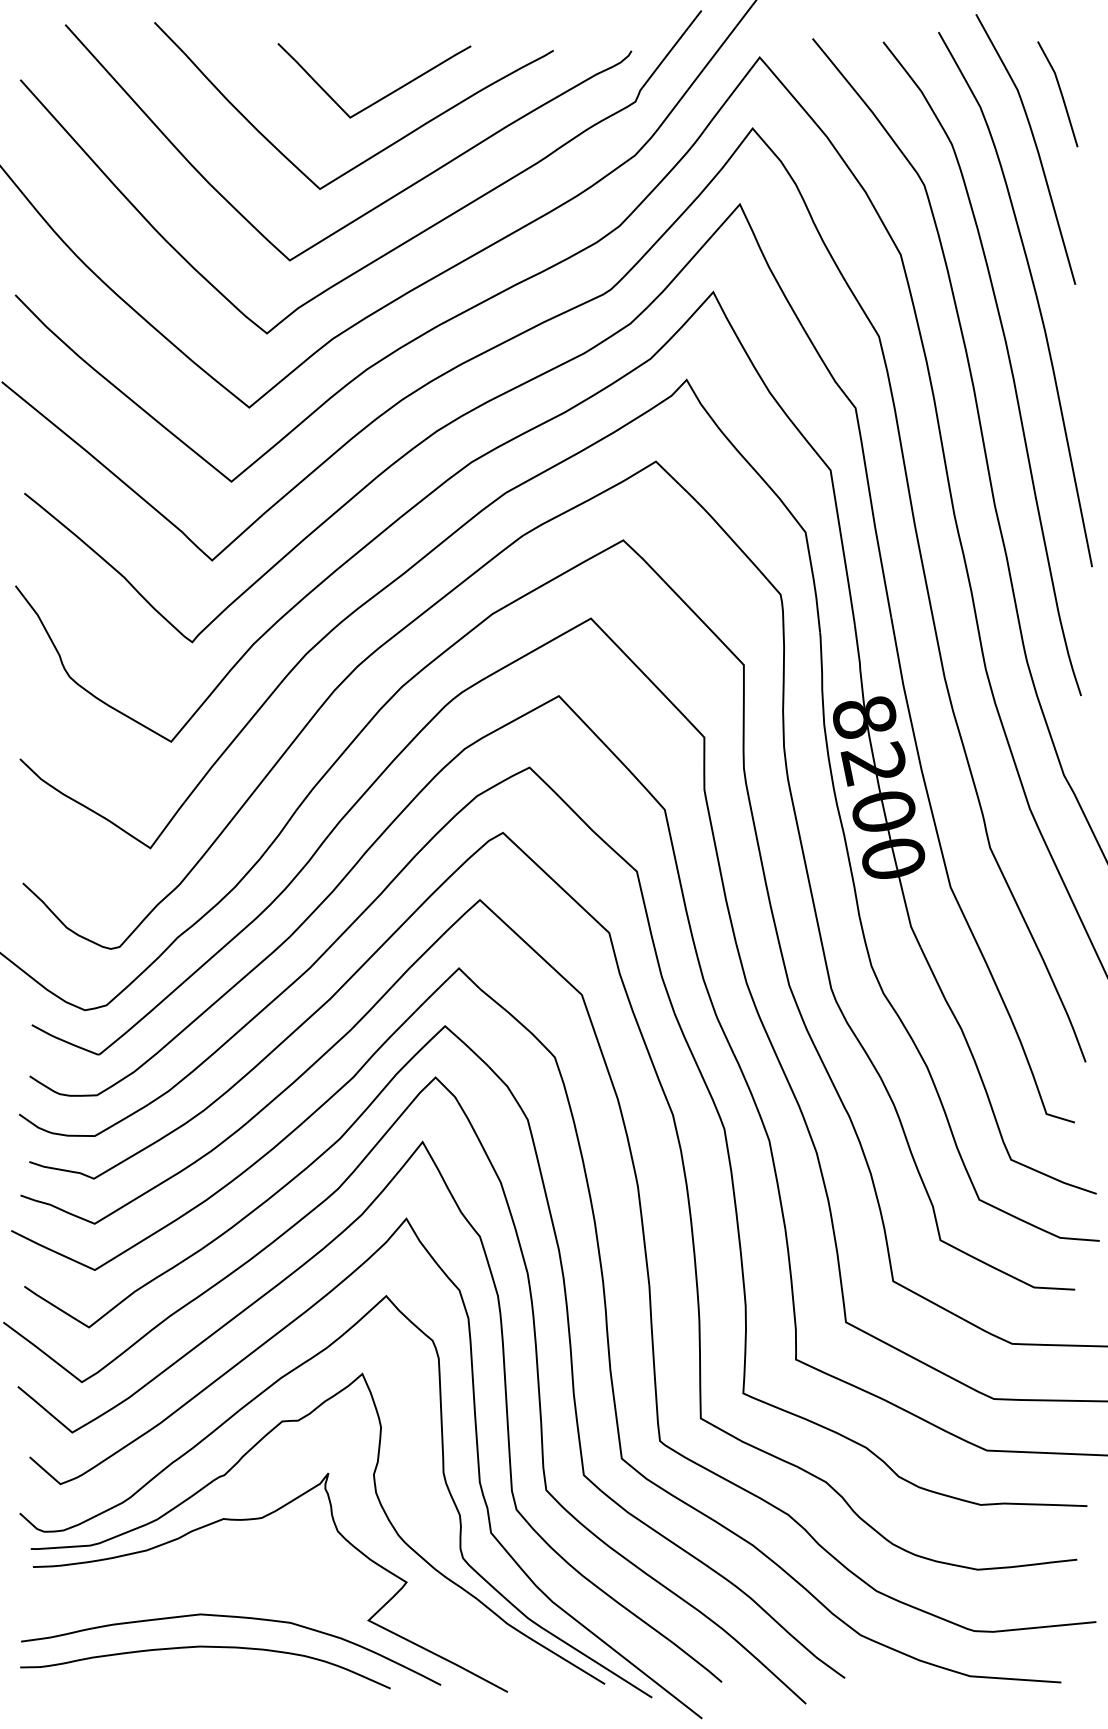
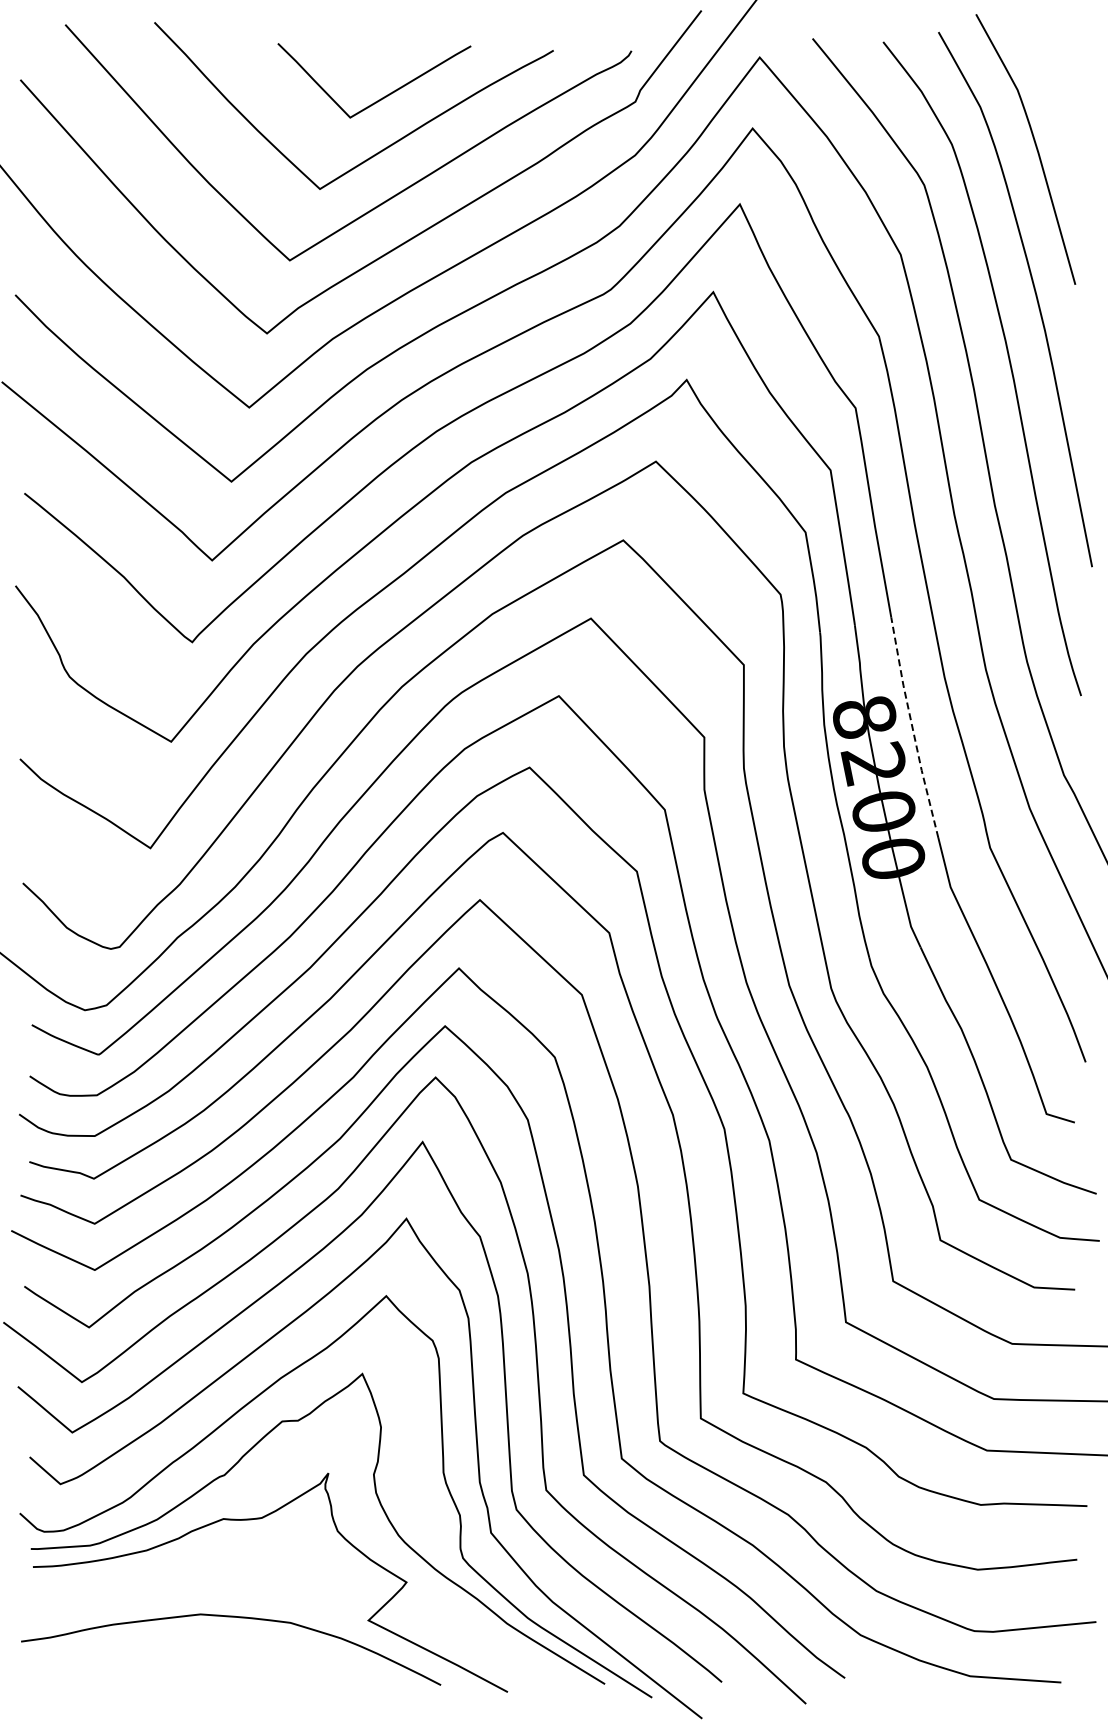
line at (1060, 94): present -> none
line at (912, 727): solid -> dashed
curve at (205, 1647): present -> none
